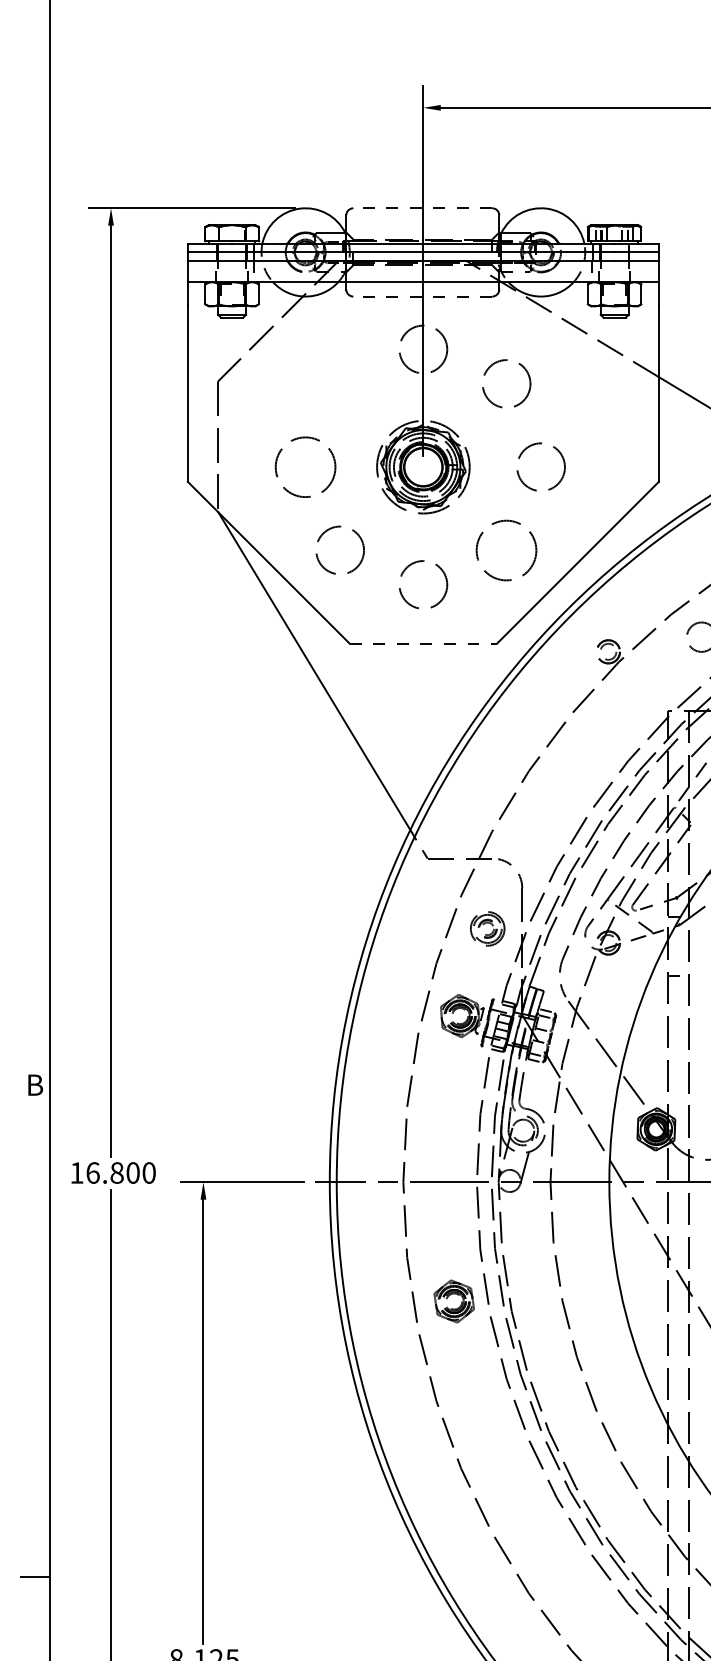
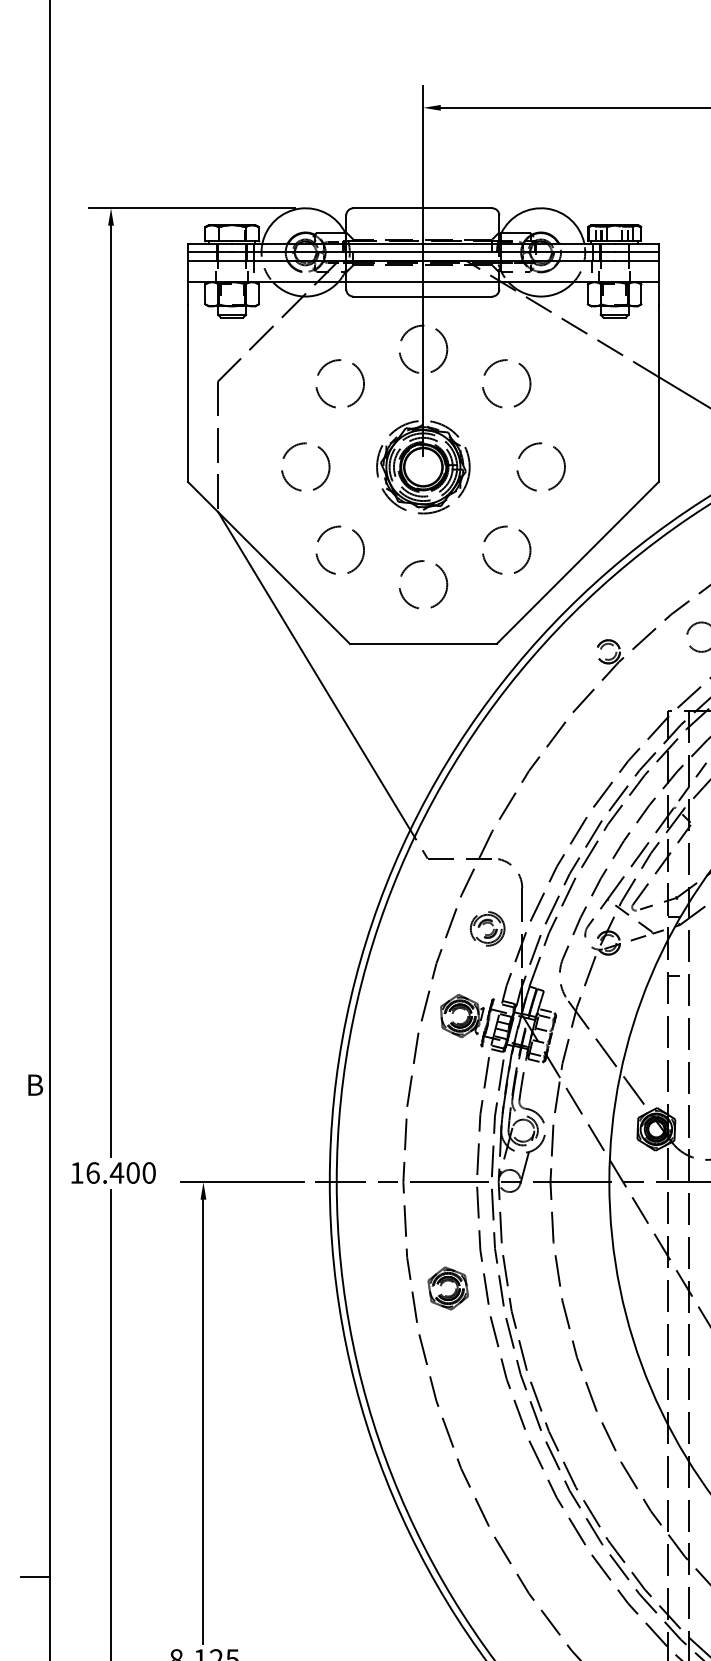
line at (422, 208): dashed -> solid
line at (422, 296): dashed -> solid
circle at (339, 383): none -> present
circle at (305, 466) size: 63x62 px -> 50x50 px
circle at (506, 550) size: 63x63 px -> 50x50 px
line at (423, 643): dashed -> solid
text at (116, 1172): 16.800 -> 16.400
part at (453, 1301) position: (453, 1301) -> (447, 1288)
